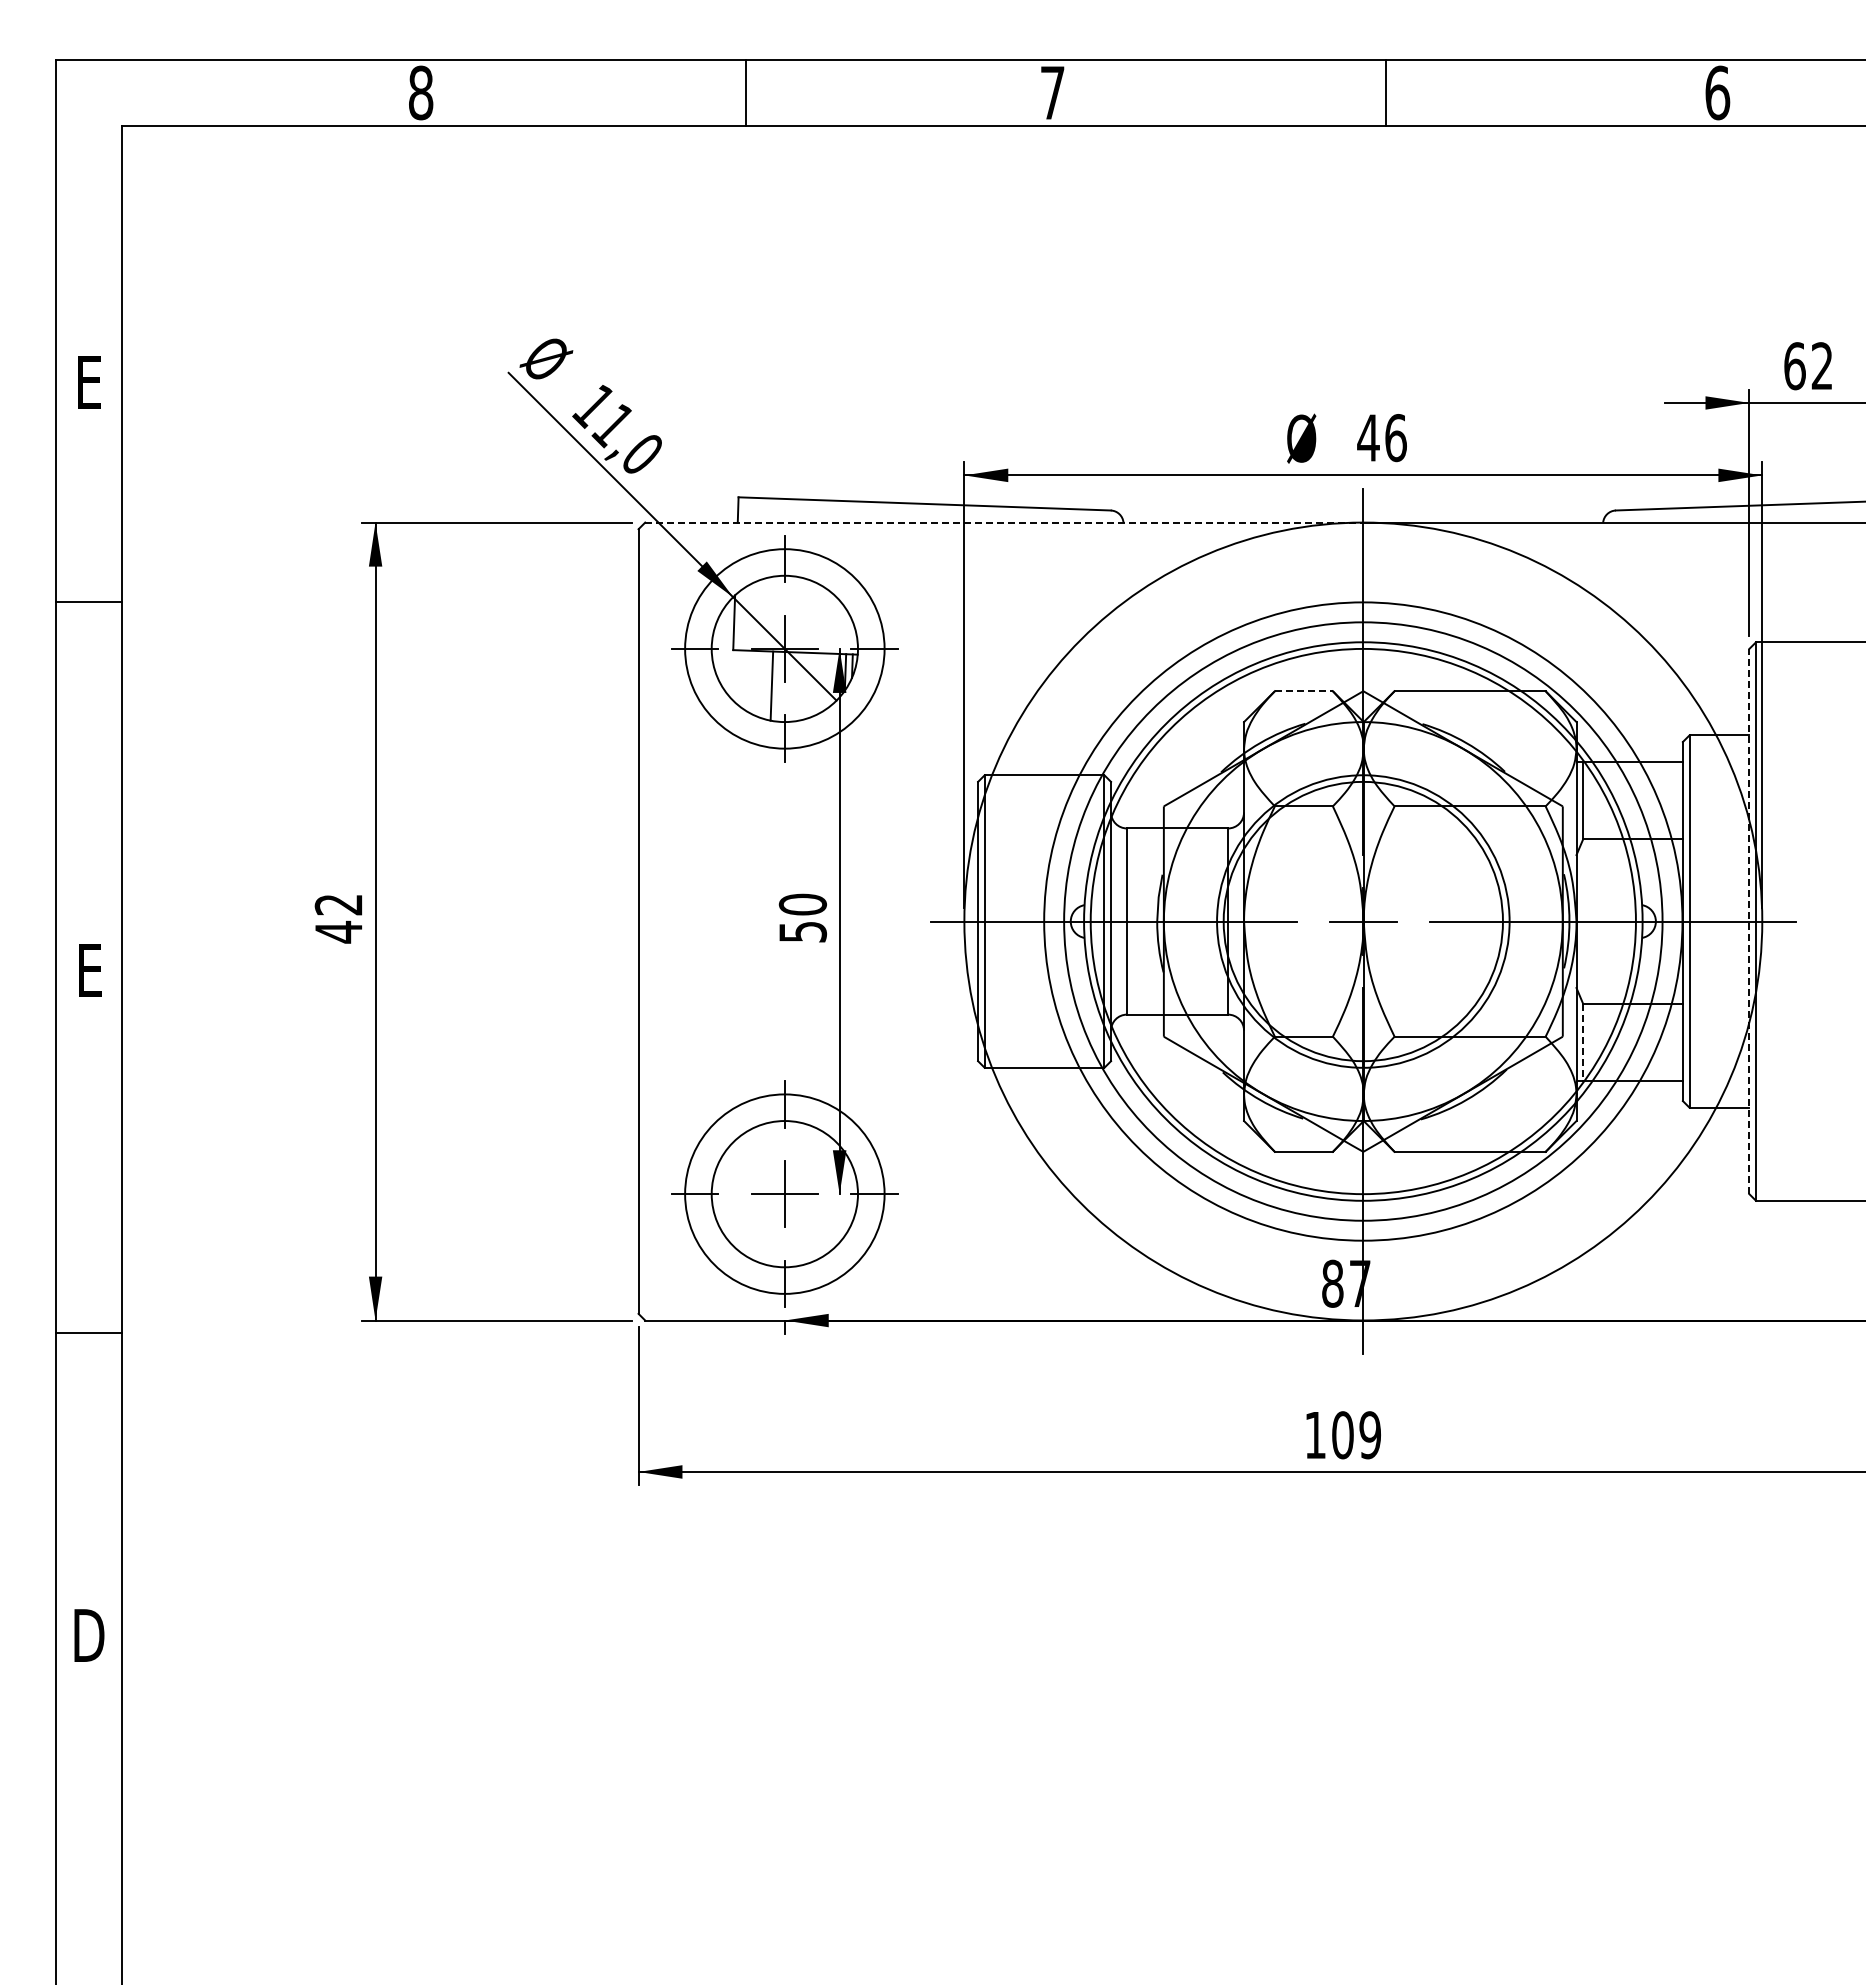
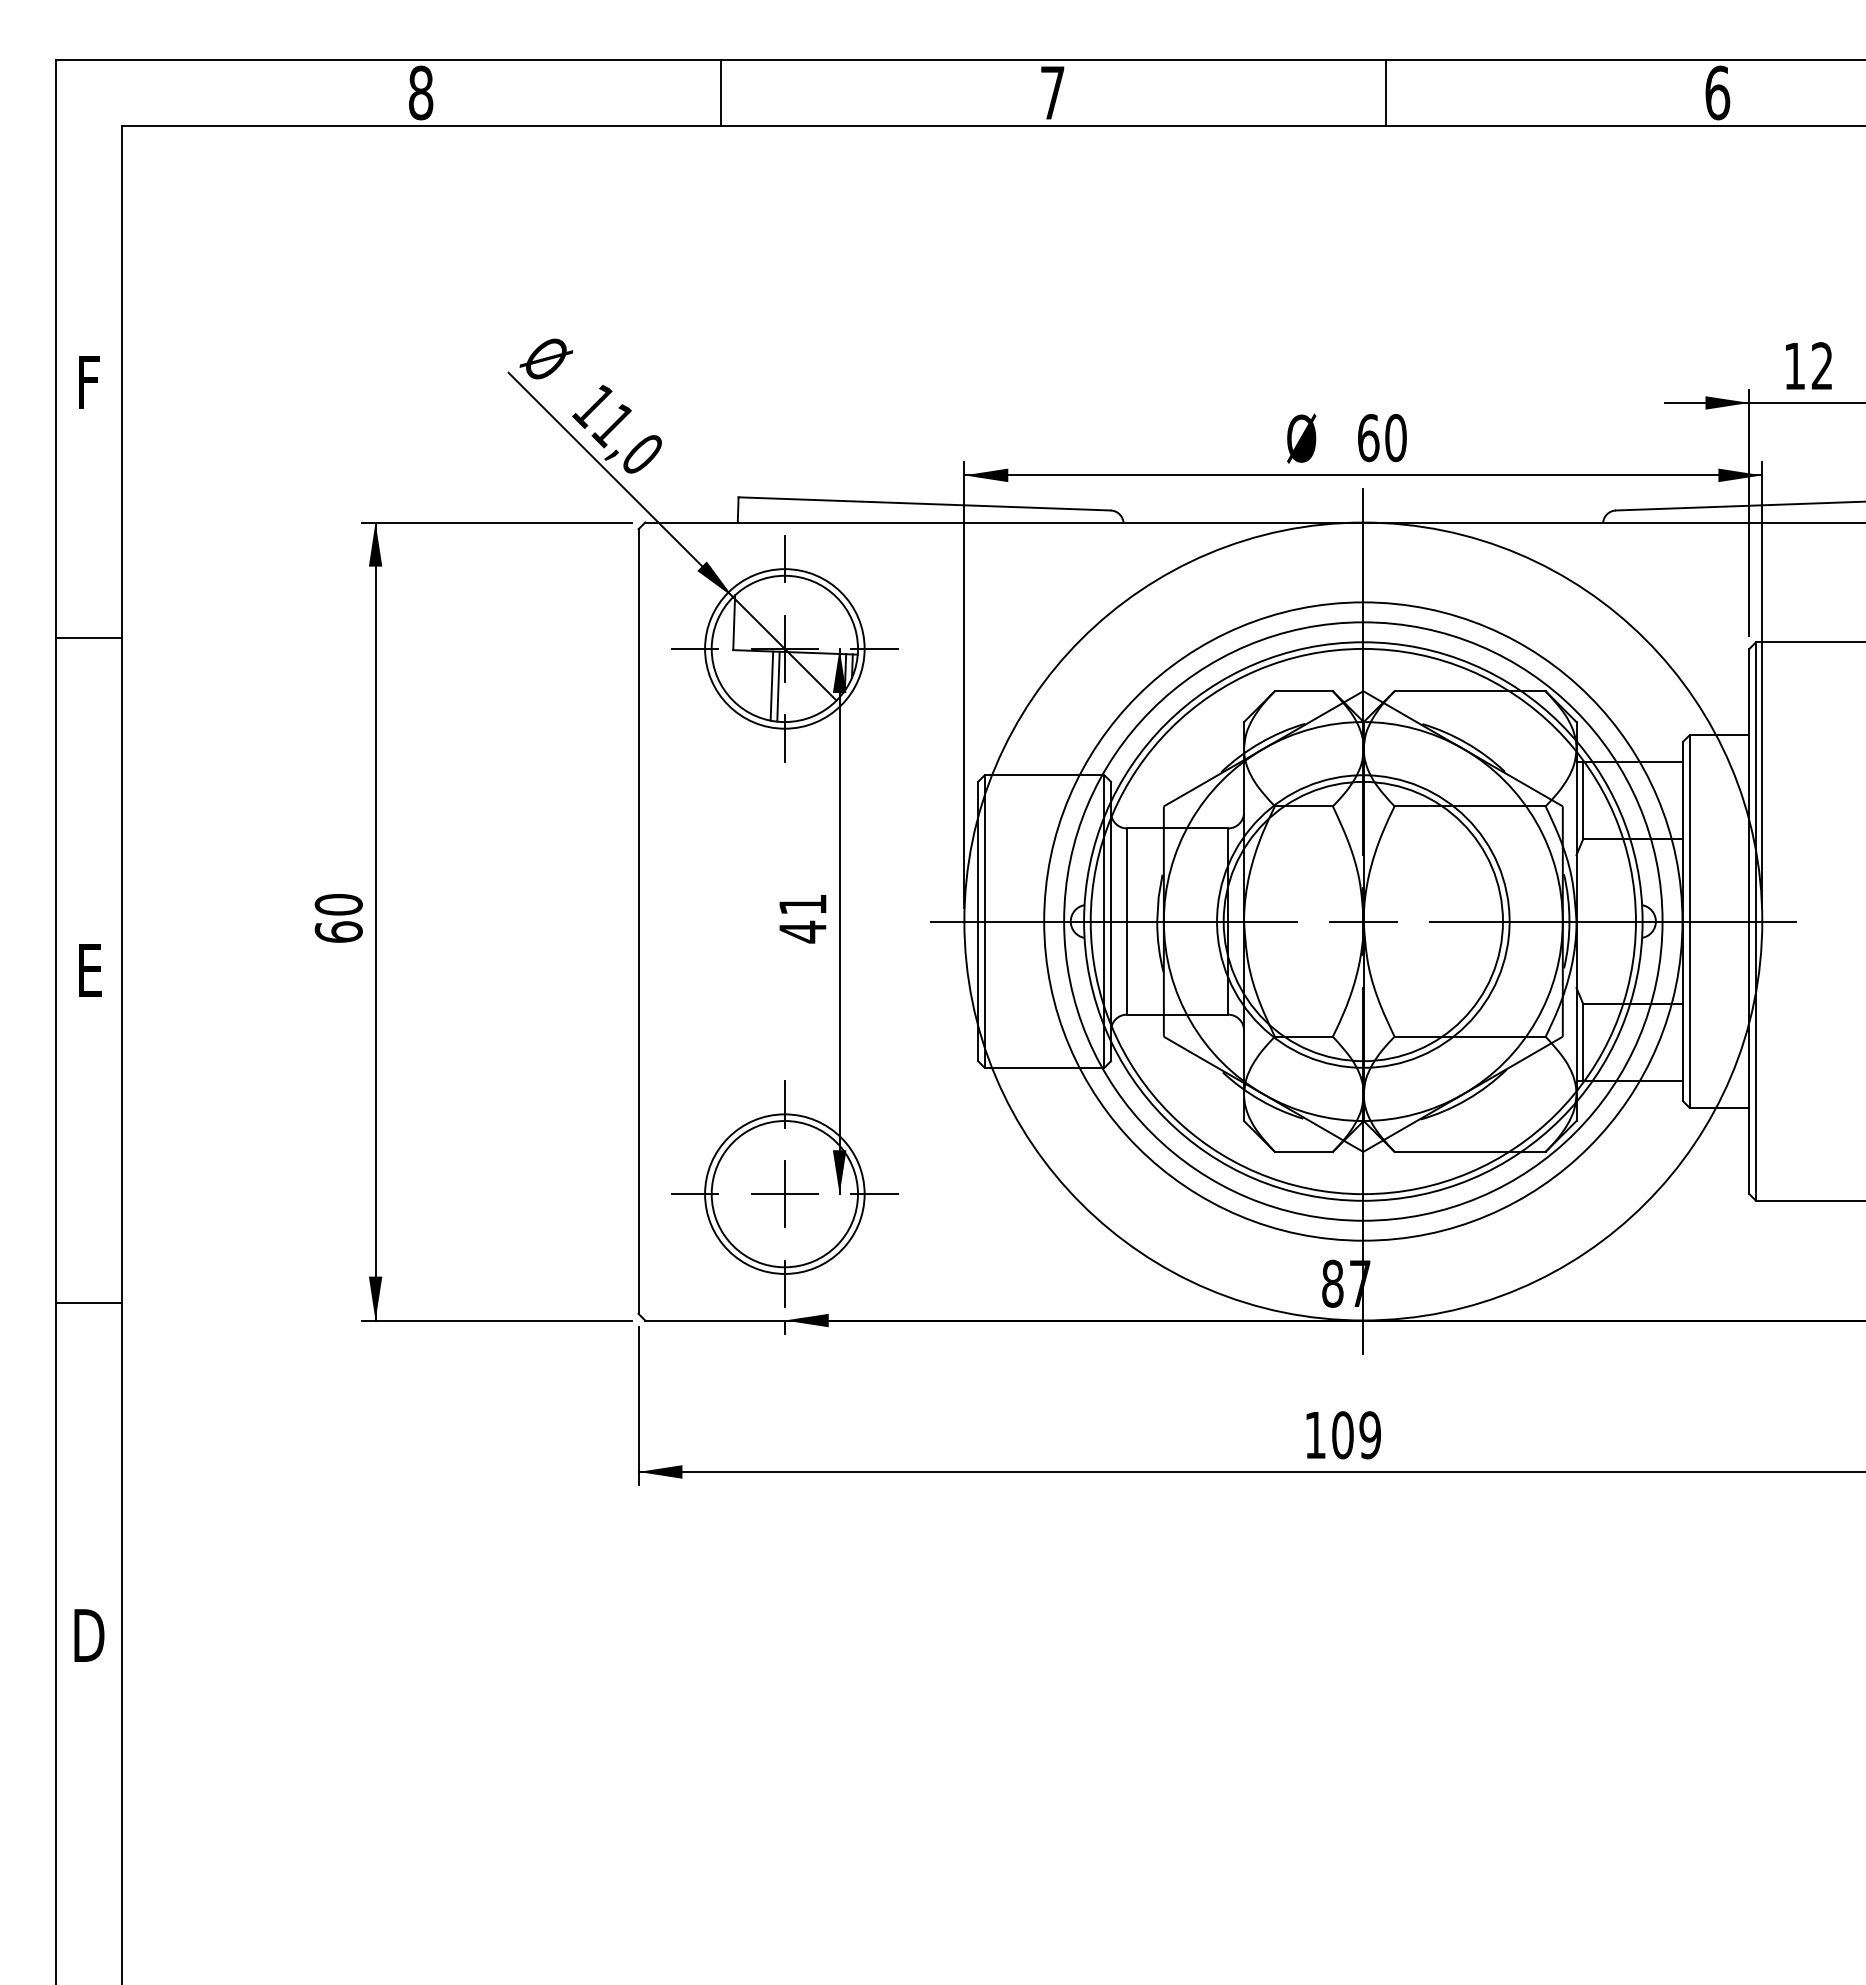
line at (745, 92) position: (745, 92) -> (720, 92)
text at (1794, 366): 62 -> 12
text at (89, 382): E -> F
text at (1381, 438): 46 -> 60
line at (1004, 522): dashed -> solid
line at (88, 602) position: (88, 602) -> (88, 638)
circle at (784, 648) diameter: 199 px -> 160 px
line at (778, 686): none -> present
line at (1303, 691): dashed -> solid
text at (338, 918): 42 -> 60
text at (802, 918): 50 -> 41
line at (1749, 921): dashed -> solid
line at (1583, 1042): dashed -> solid
circle at (784, 1193) diameter: 199 px -> 160 px
line at (88, 1332) position: (88, 1332) -> (88, 1302)
